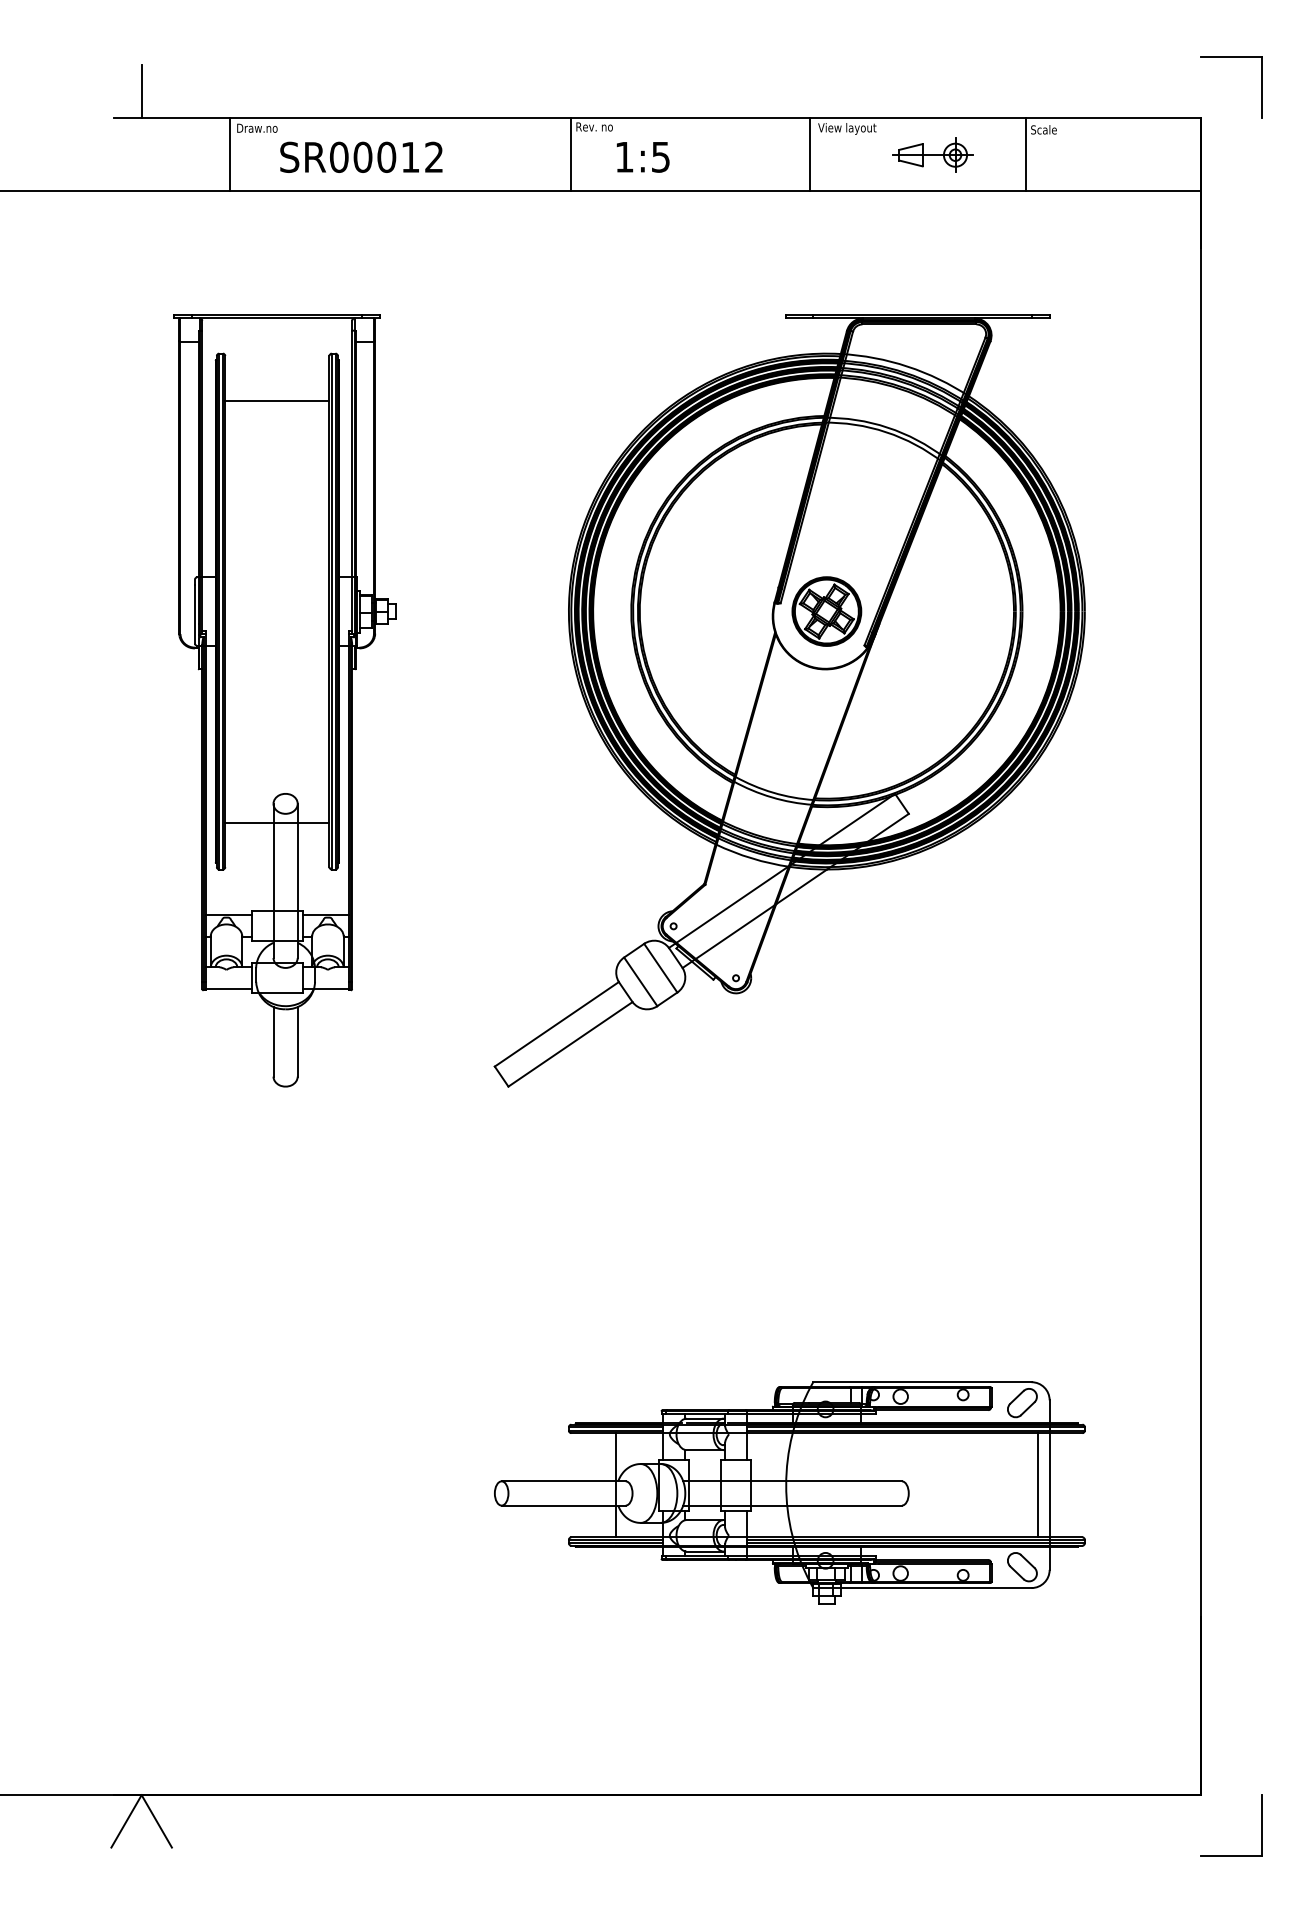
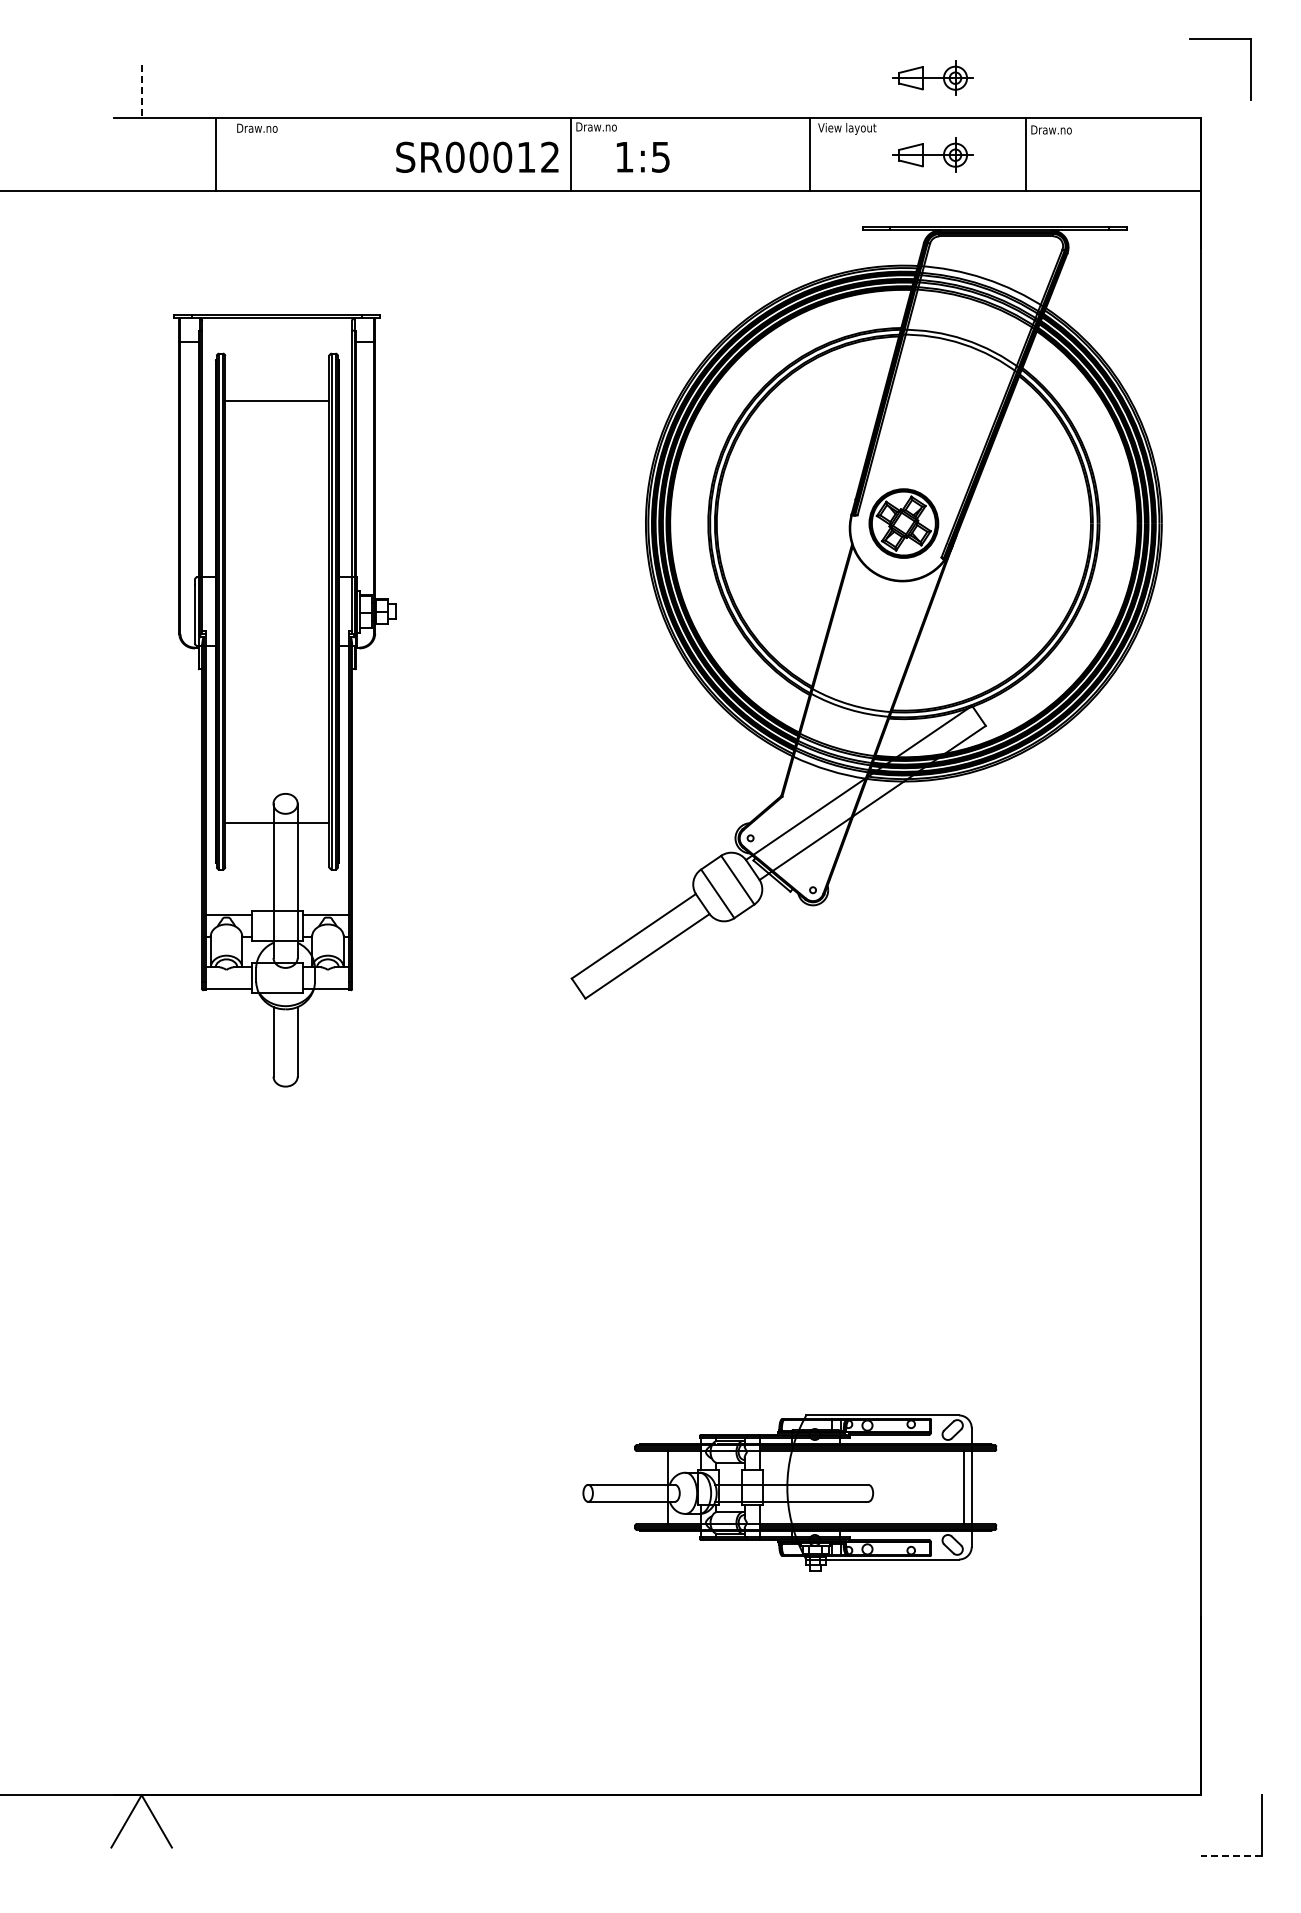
part at (1231, 57) position: (1231, 57) -> (1220, 39)
part at (932, 77): none -> present
line at (141, 92): solid -> dashed
text at (596, 127): Rev. no -> Draw.no
text at (1051, 129): Scale -> Draw.no
line at (230, 154) position: (230, 154) -> (216, 154)
text at (361, 156) position: (361, 156) -> (477, 156)
part at (789, 700) position: (789, 700) -> (866, 612)
part at (789, 1492) size: 592x224 px -> 416x158 px
line at (1231, 1855): solid -> dashed
